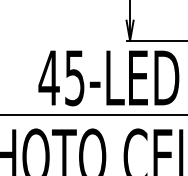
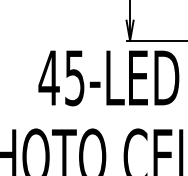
line at (93, 114): present -> none
